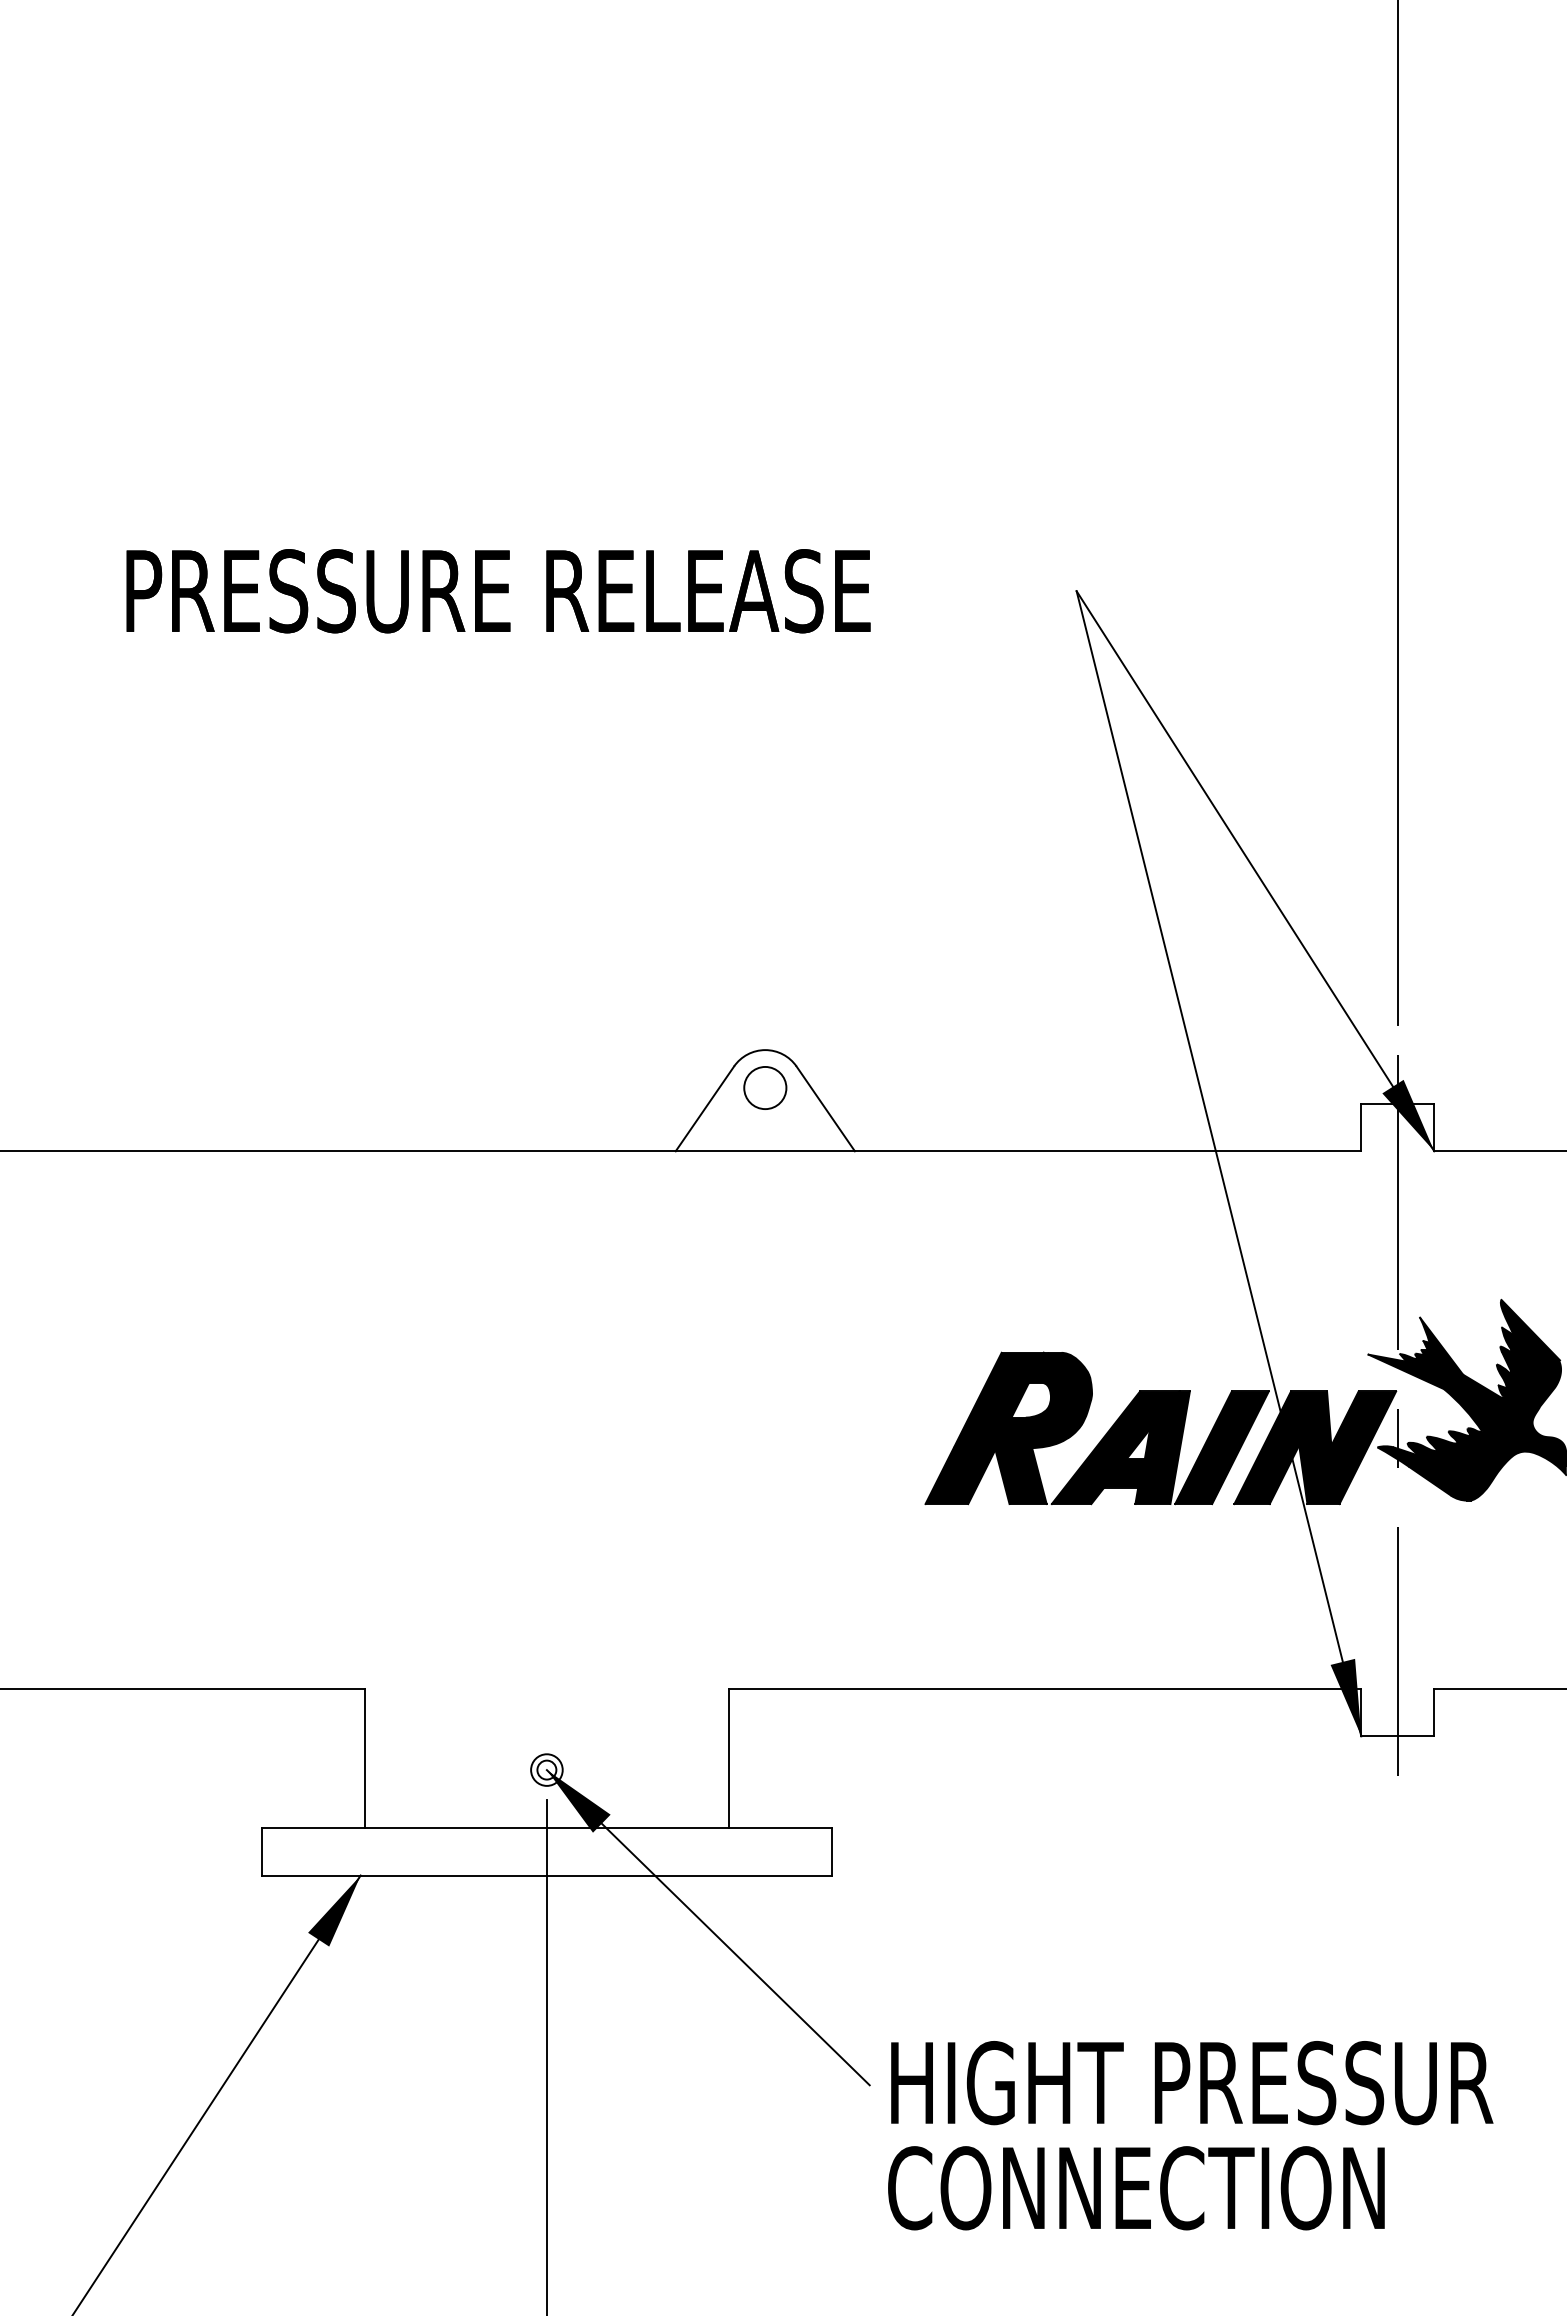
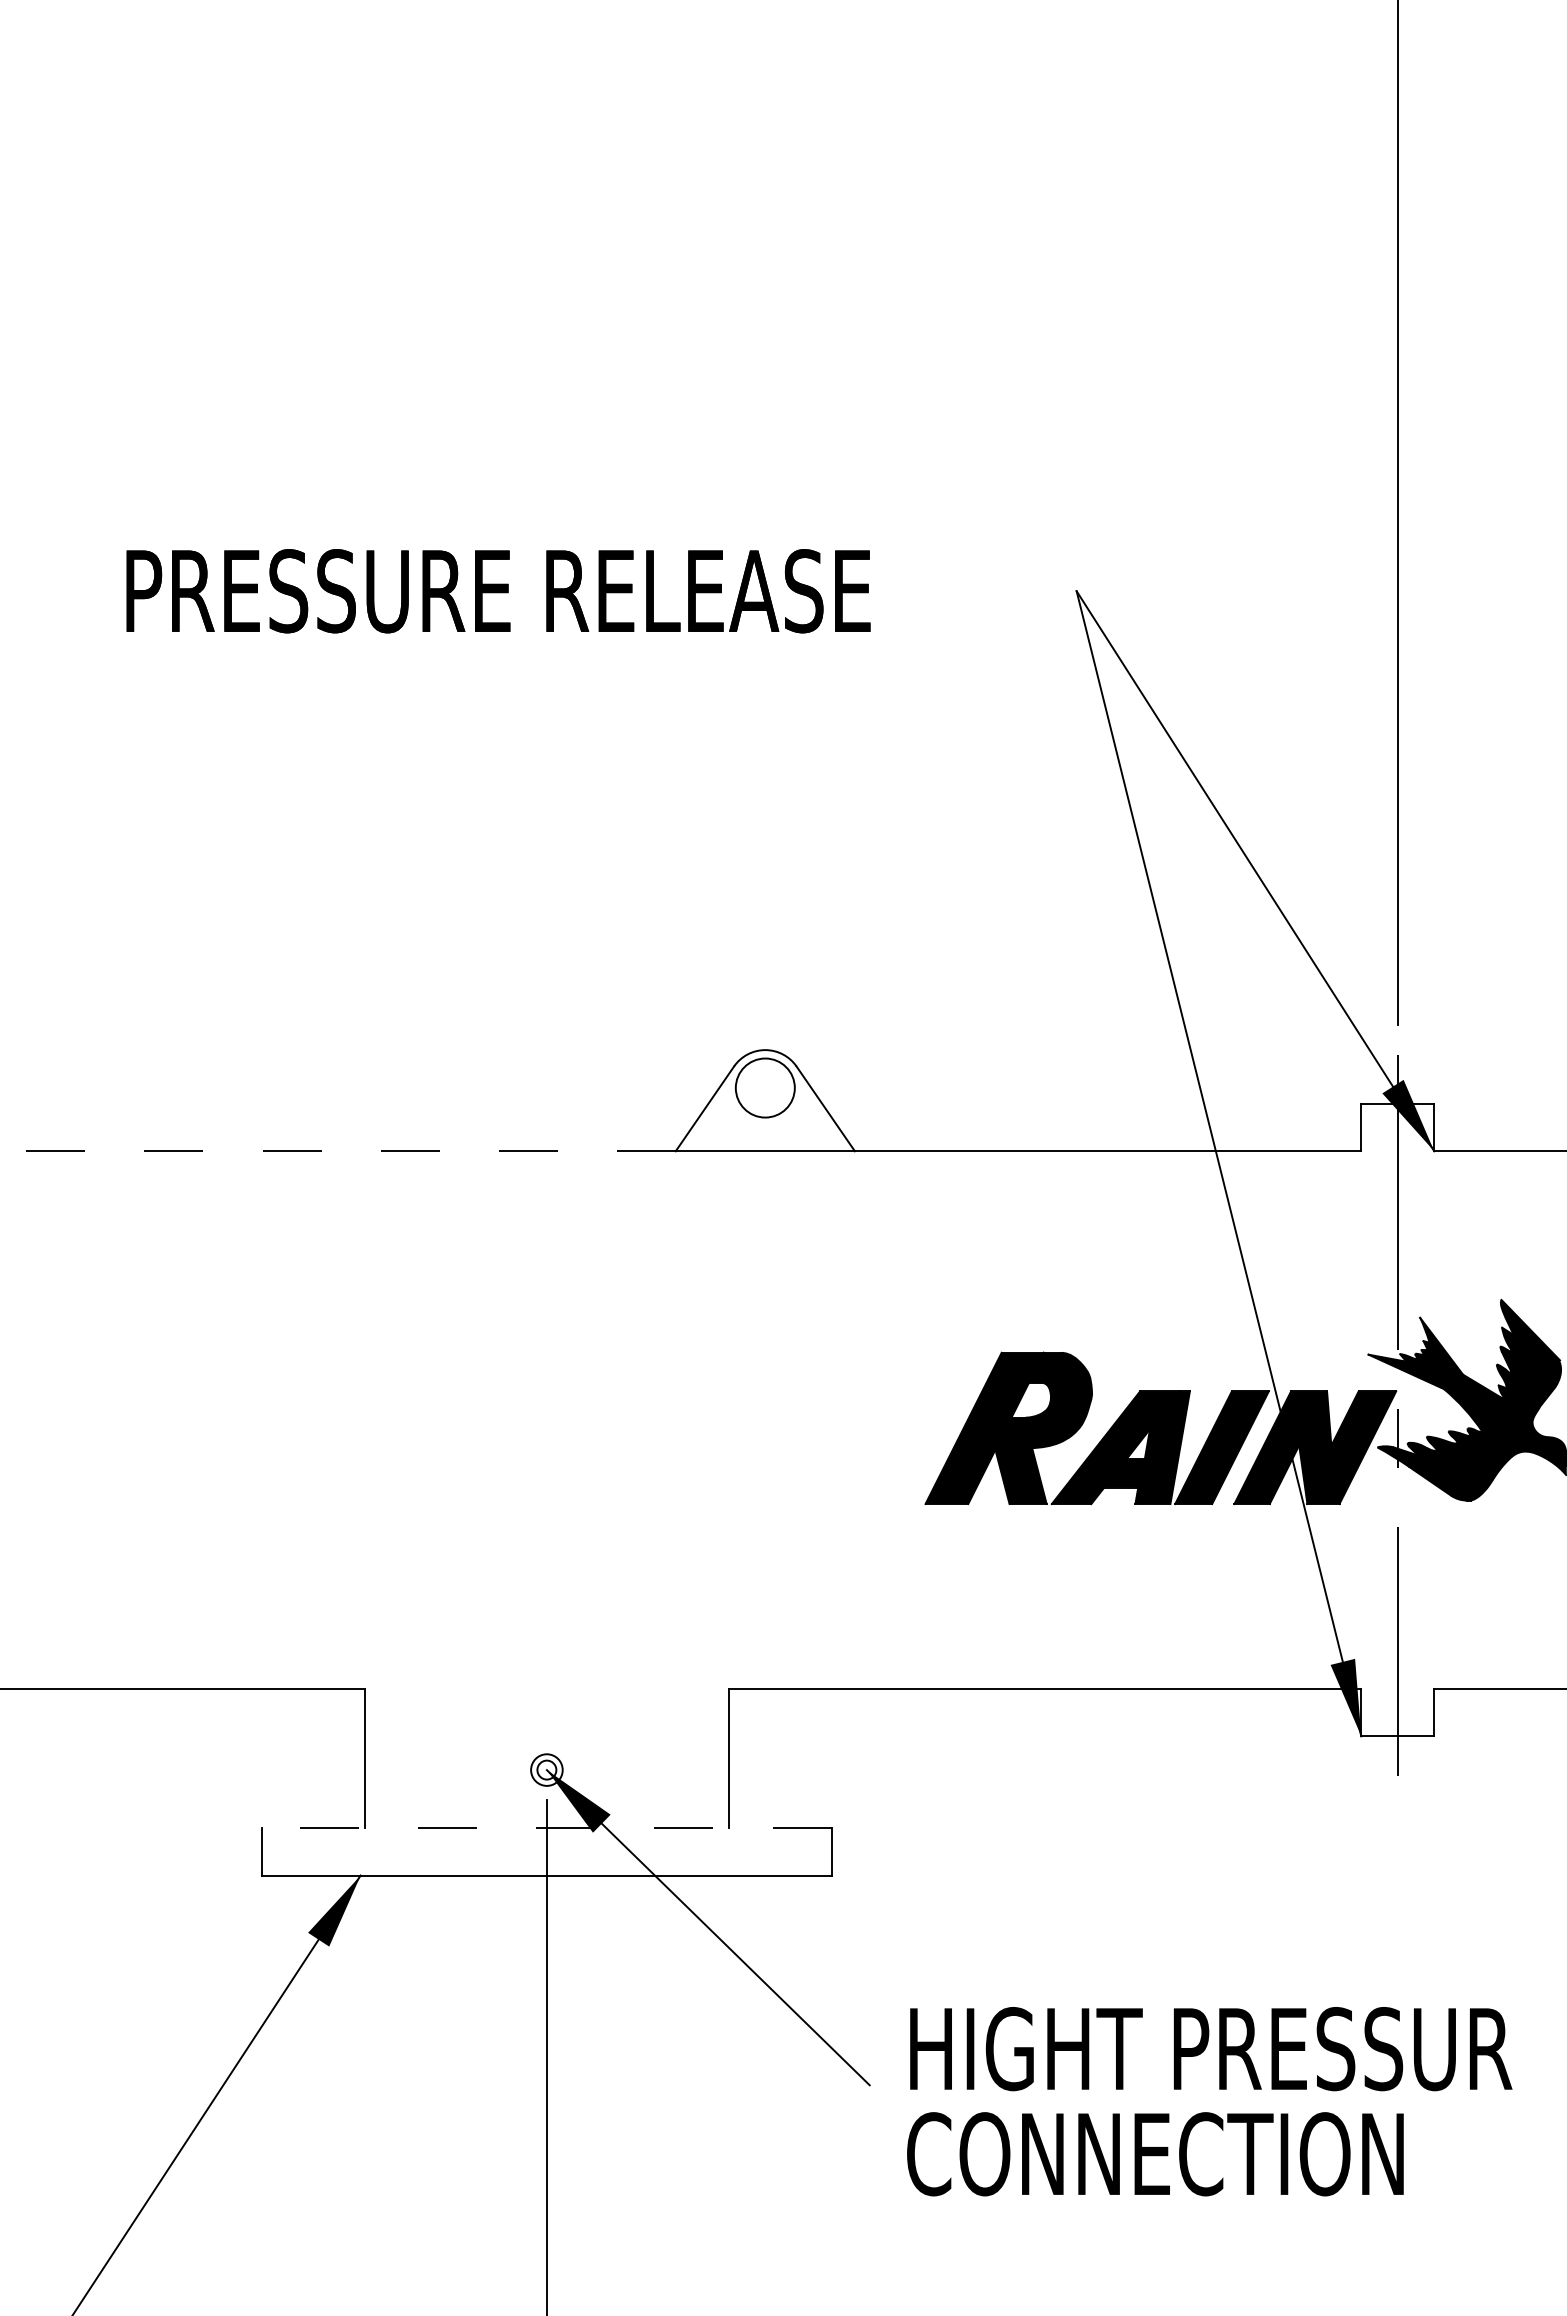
circle at (765, 1087) diameter: 42 px -> 59 px
line at (337, 1151): solid -> dashed
line at (546, 1828): solid -> dashed
text at (1190, 2135) position: (1190, 2135) -> (1209, 2101)
